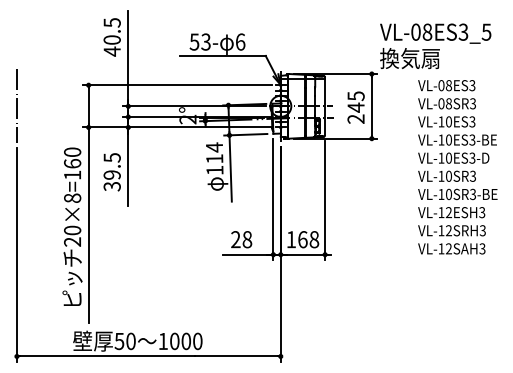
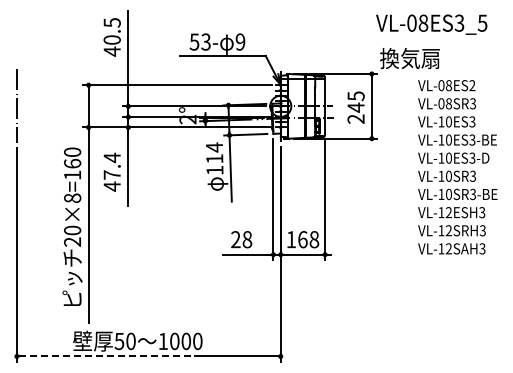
text at (435, 33) position: (435, 33) -> (431, 24)
text at (240, 41): 6 -> 9
text at (472, 86): VL-08ES3 -> VL-08ES2
text at (111, 171): 39.5 -> 47.4
line at (107, 356): solid -> dashed
